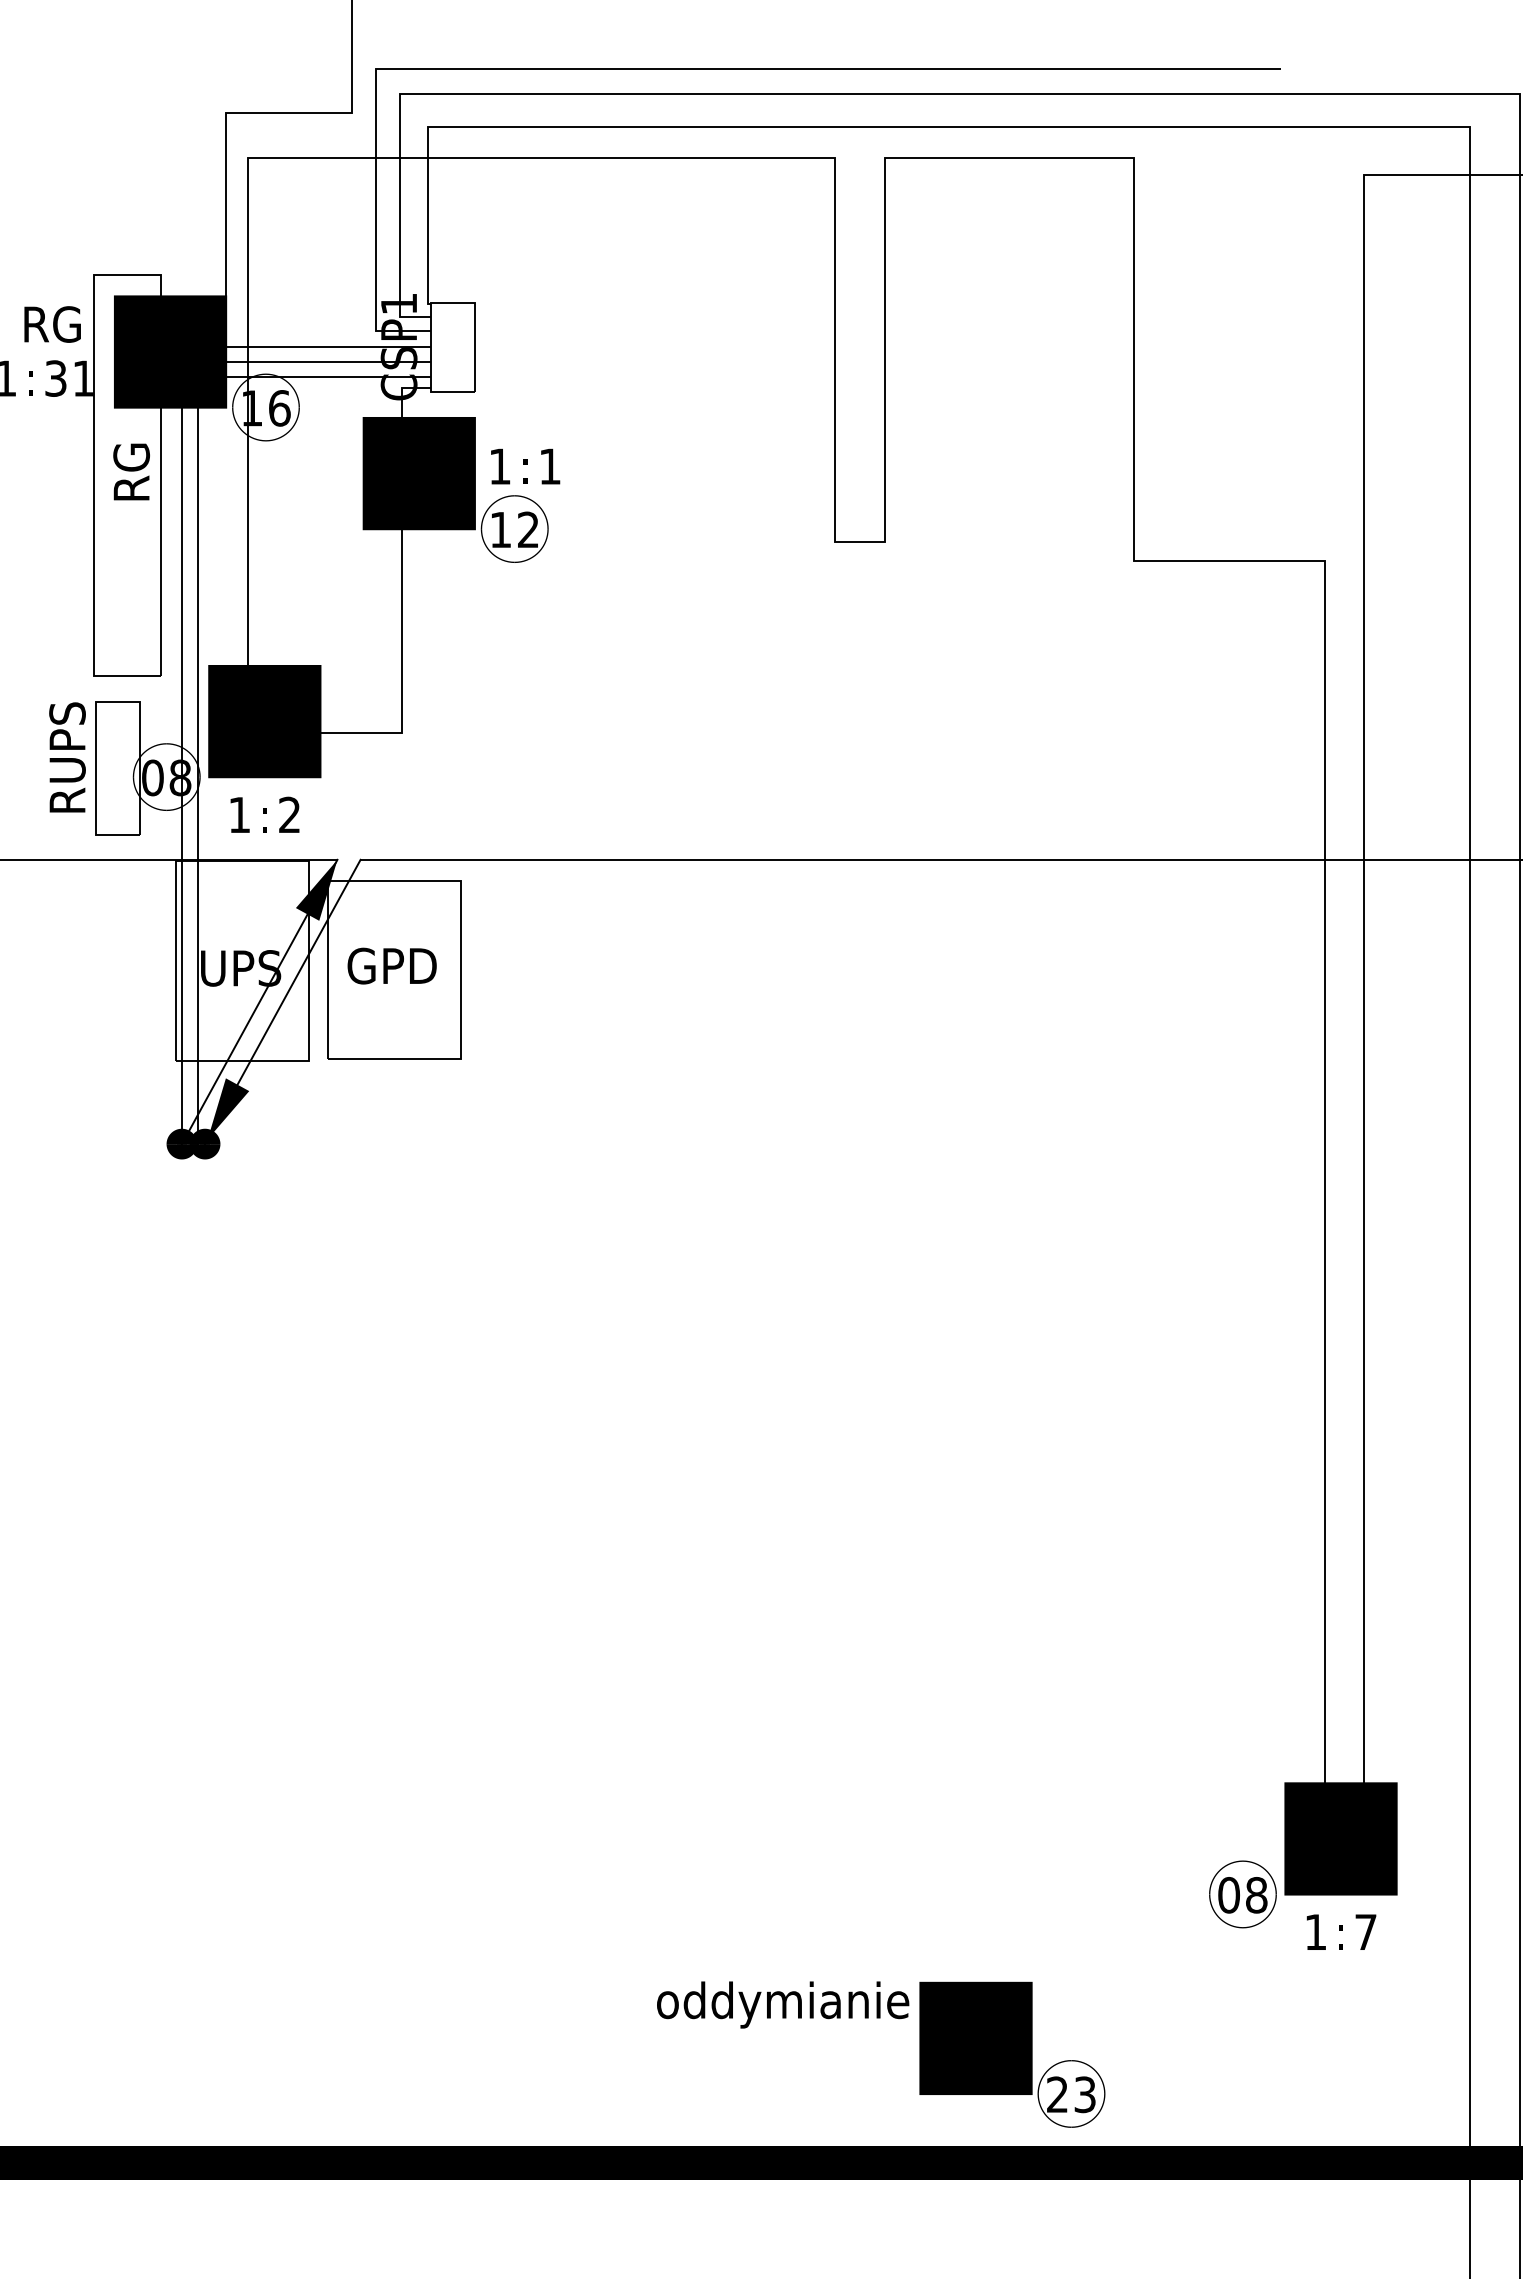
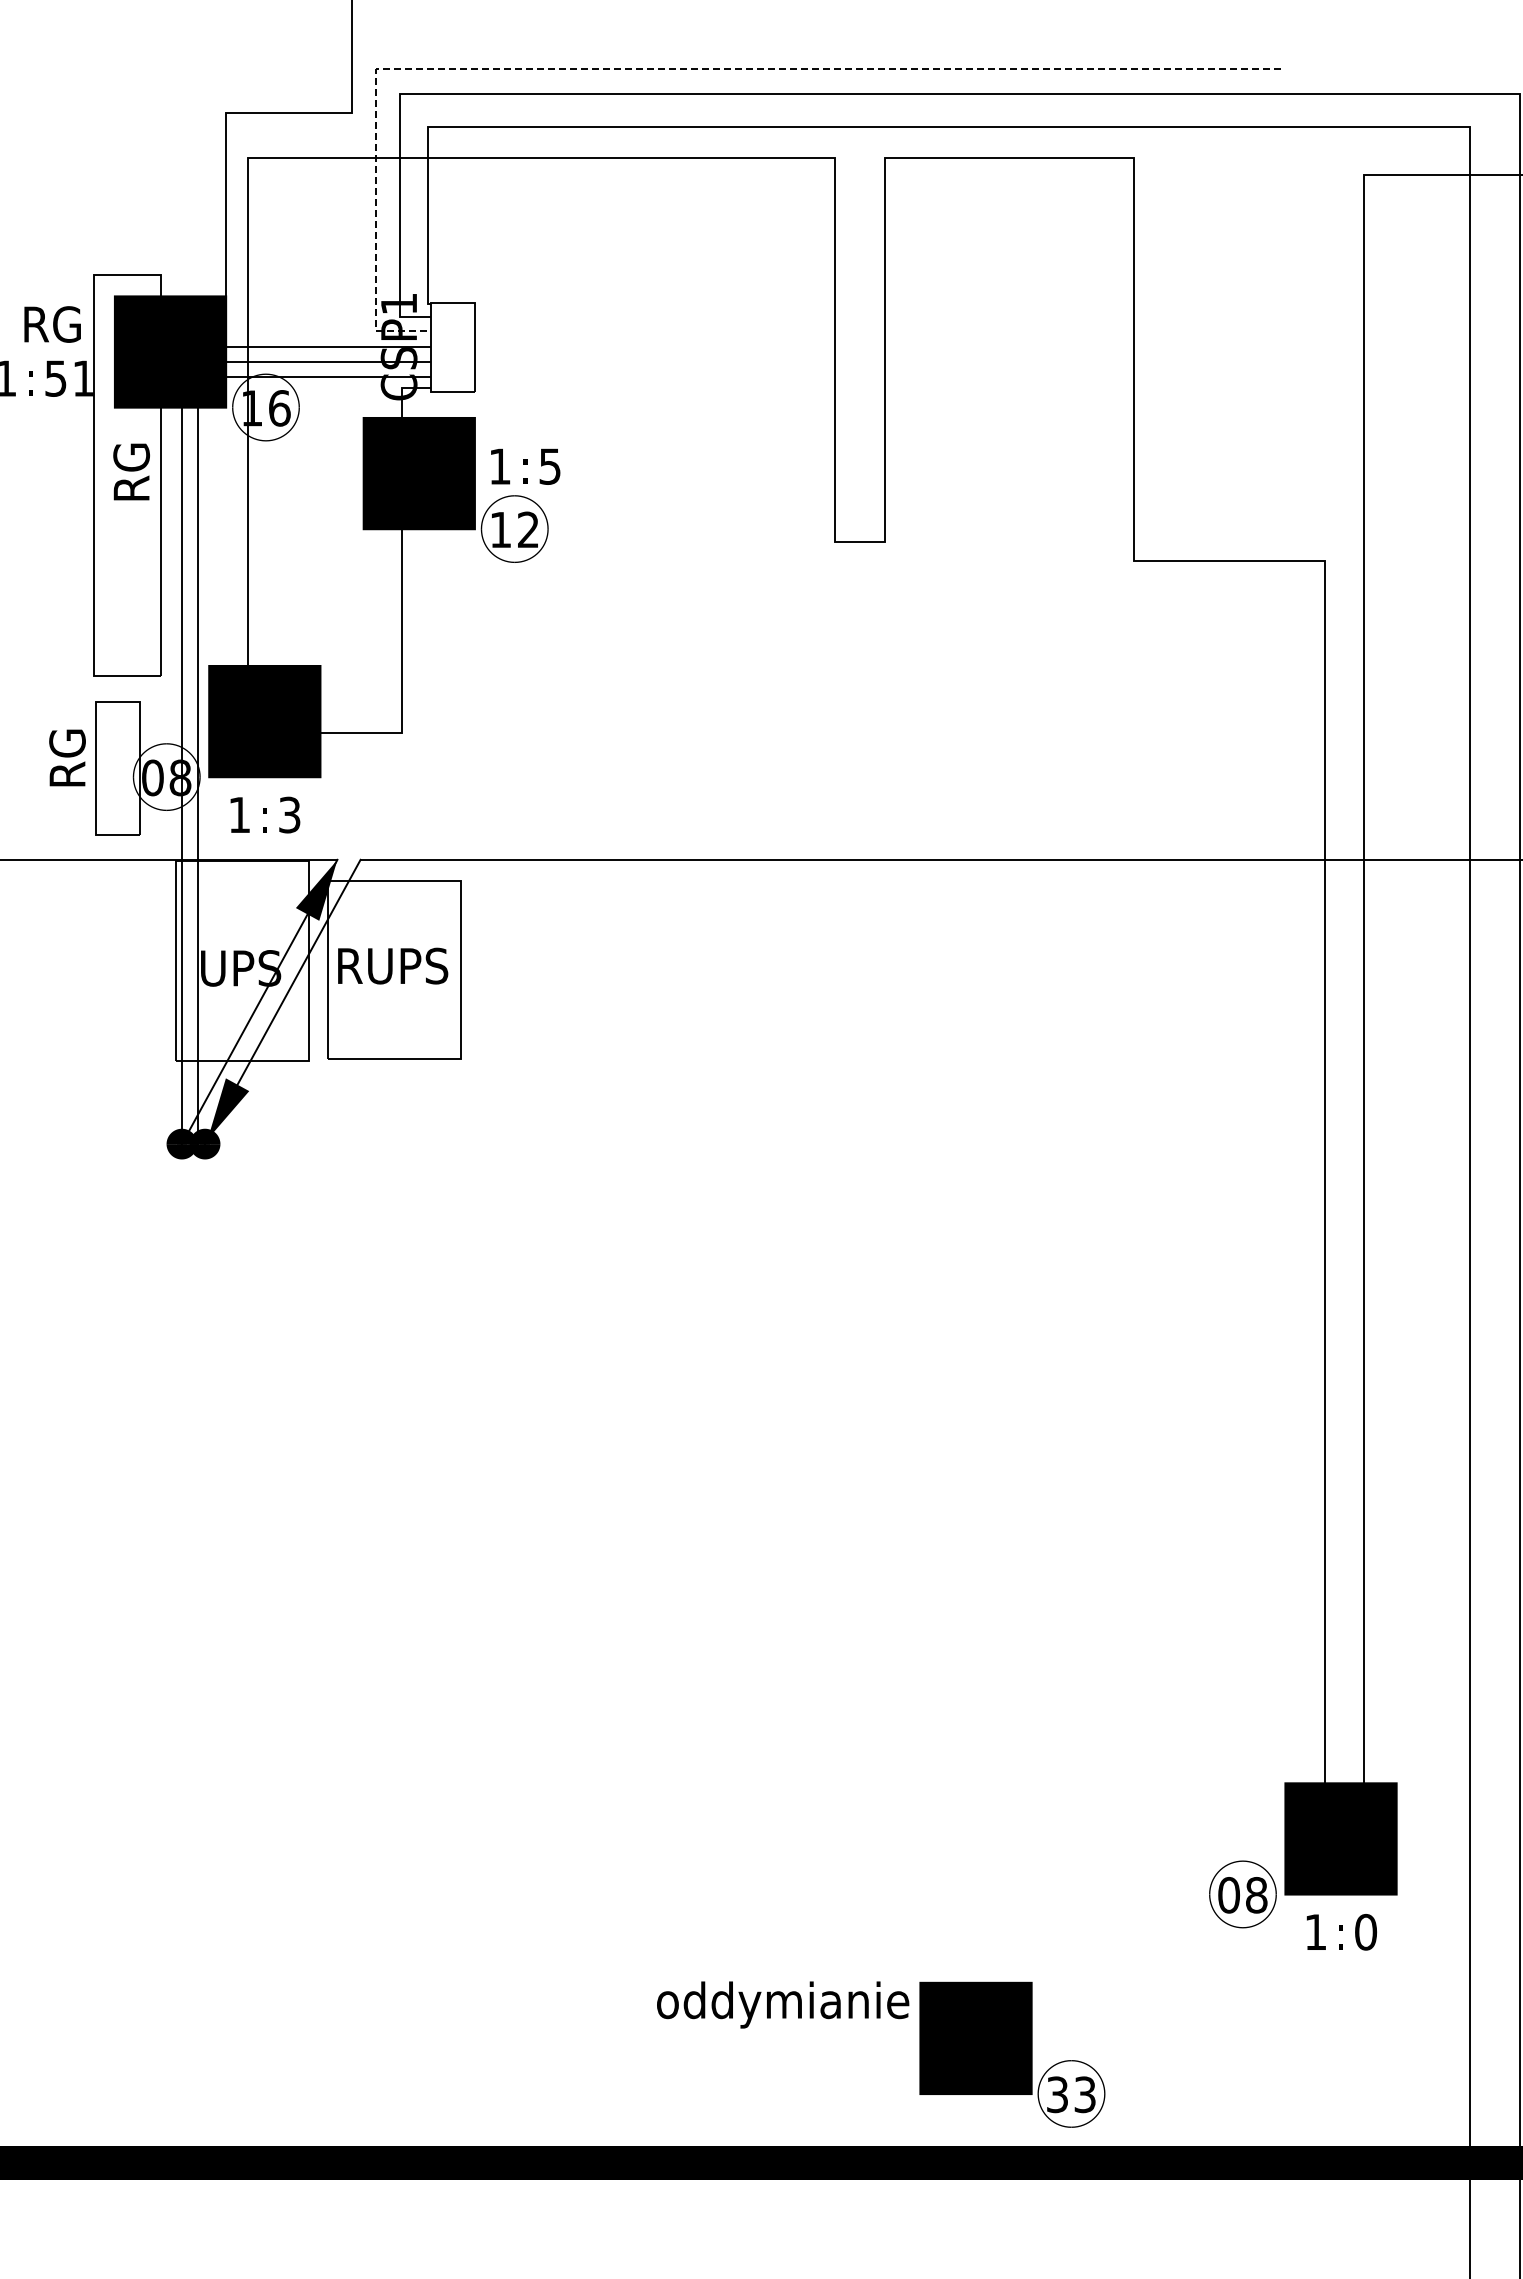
line at (669, 69): solid -> dashed
text at (56, 378): 31 -> 51
text at (549, 466): 1 -> 5
text at (67, 757): RUPS -> RG
text at (289, 815): 2 -> 3
text at (393, 965): GPD -> RUPS
text at (1366, 1931): 7 -> 0
text at (1057, 2094): 23 -> 33
